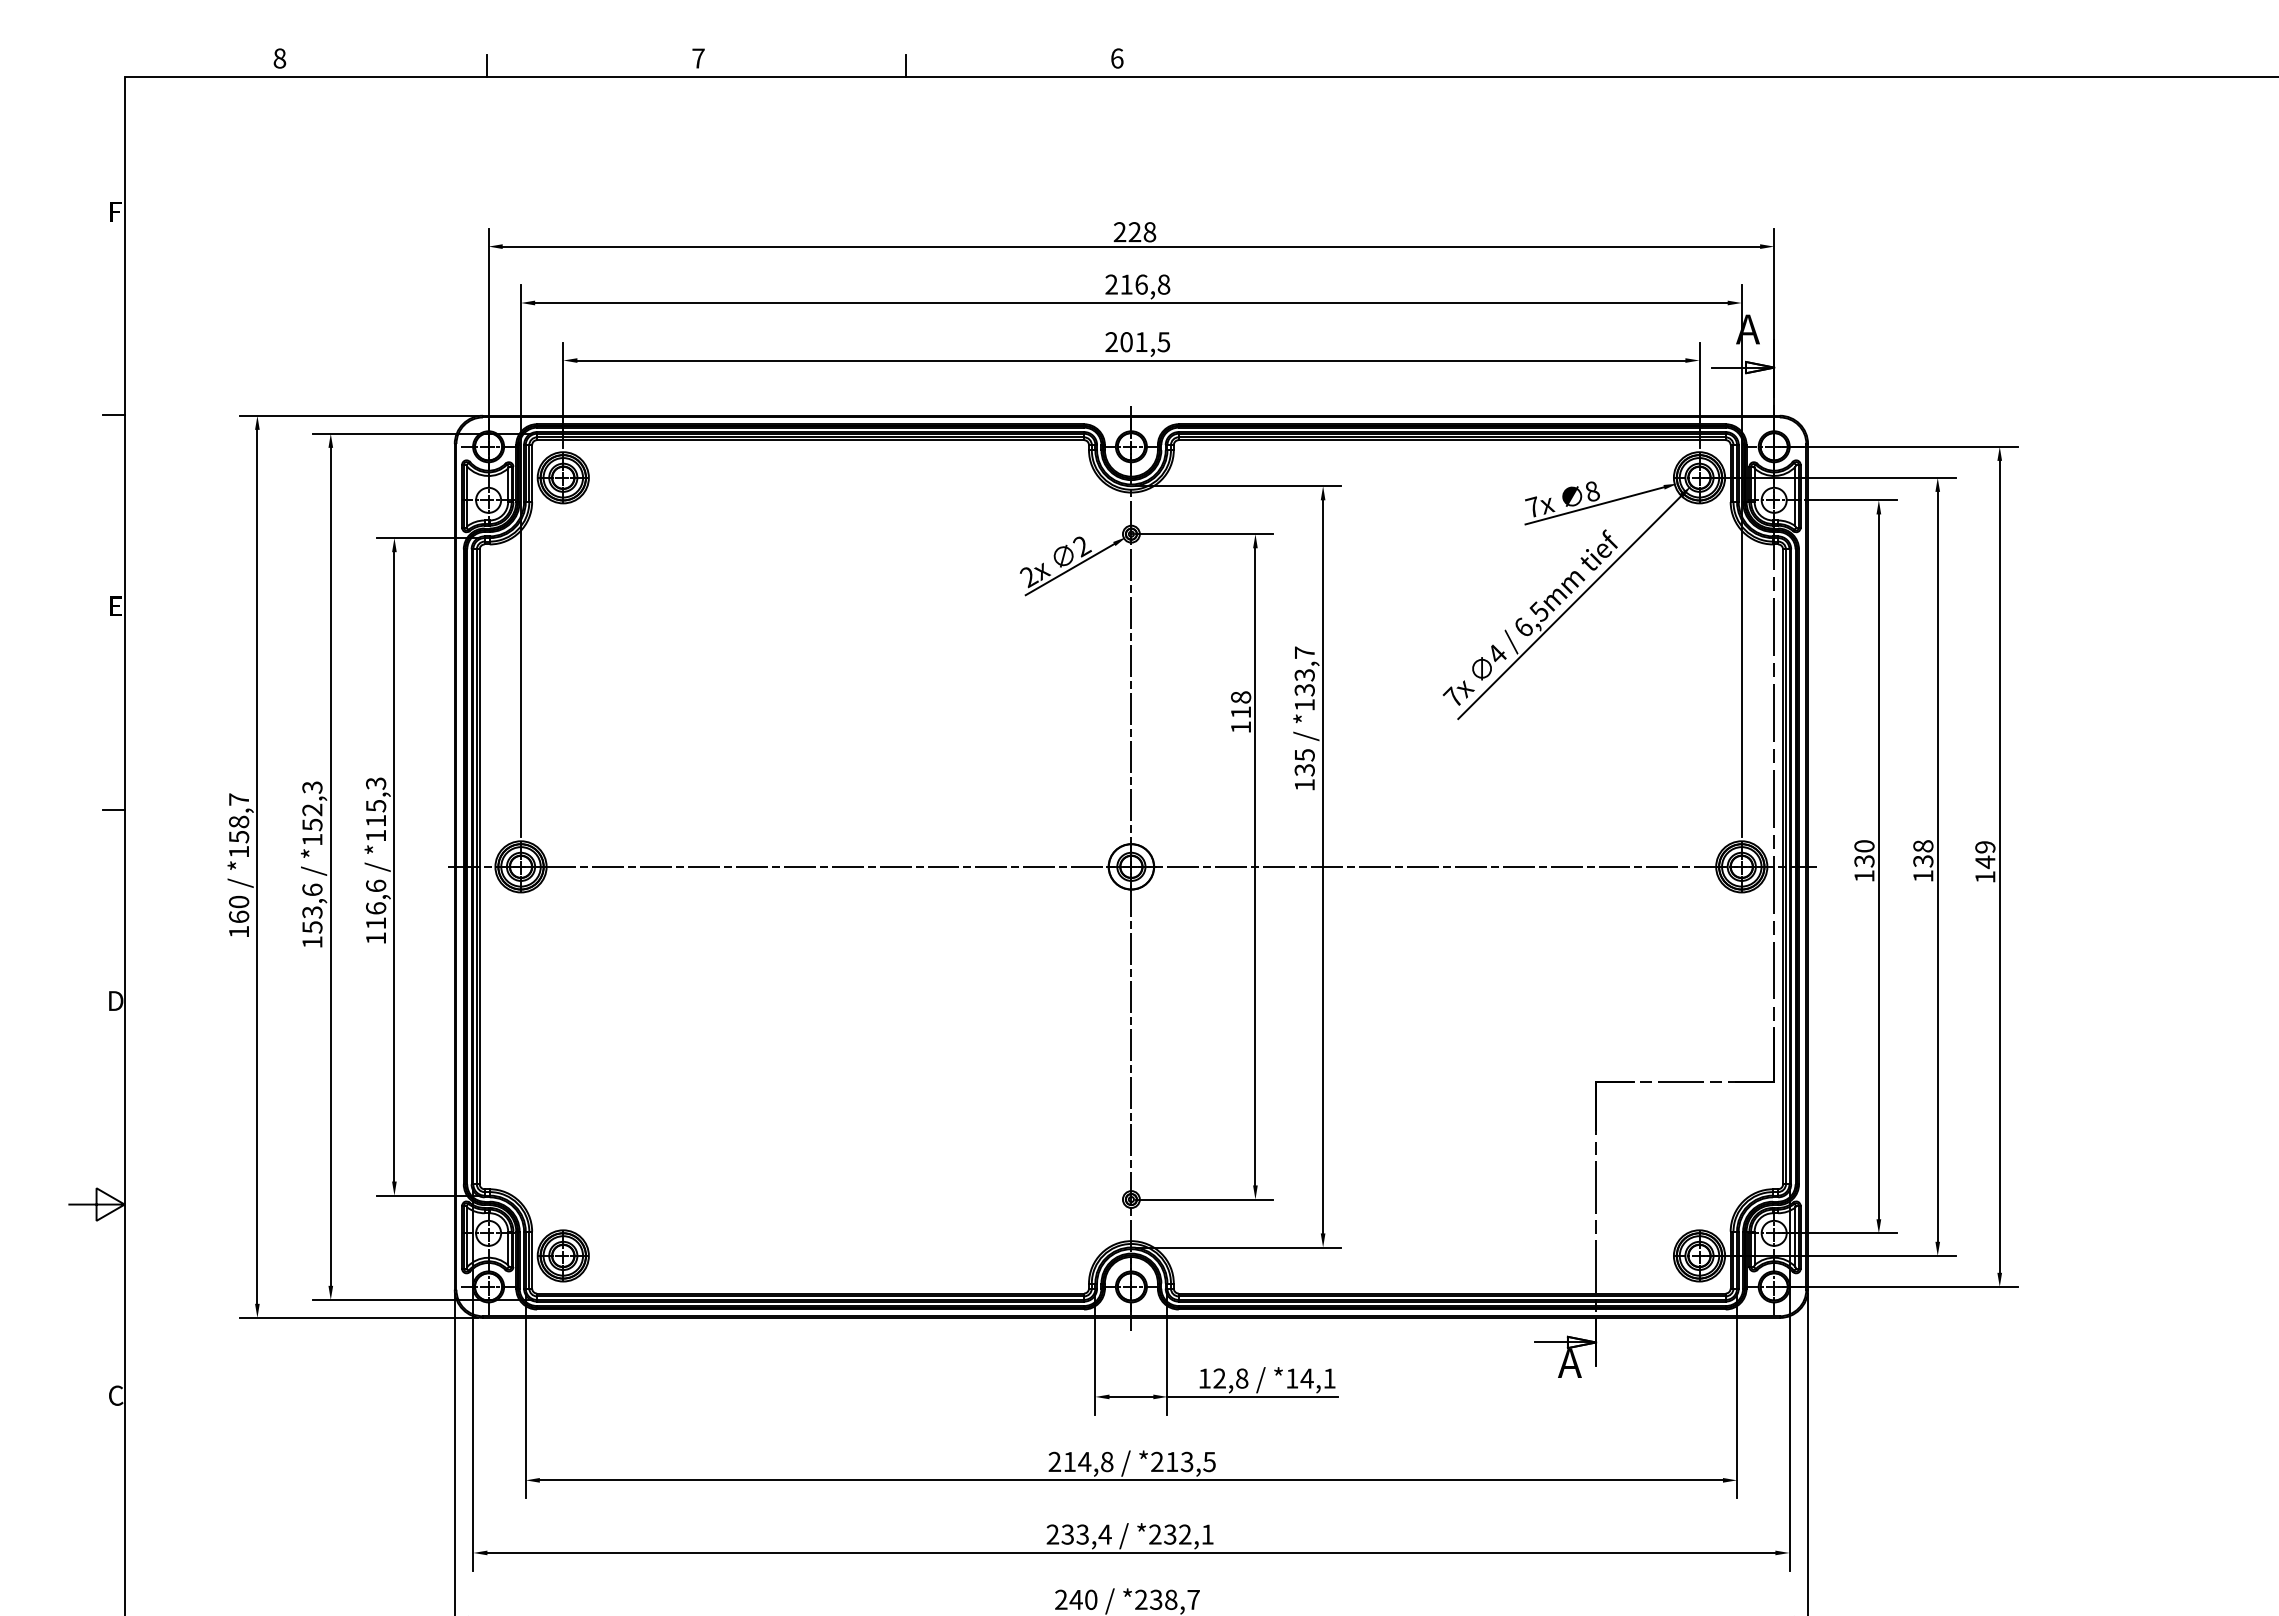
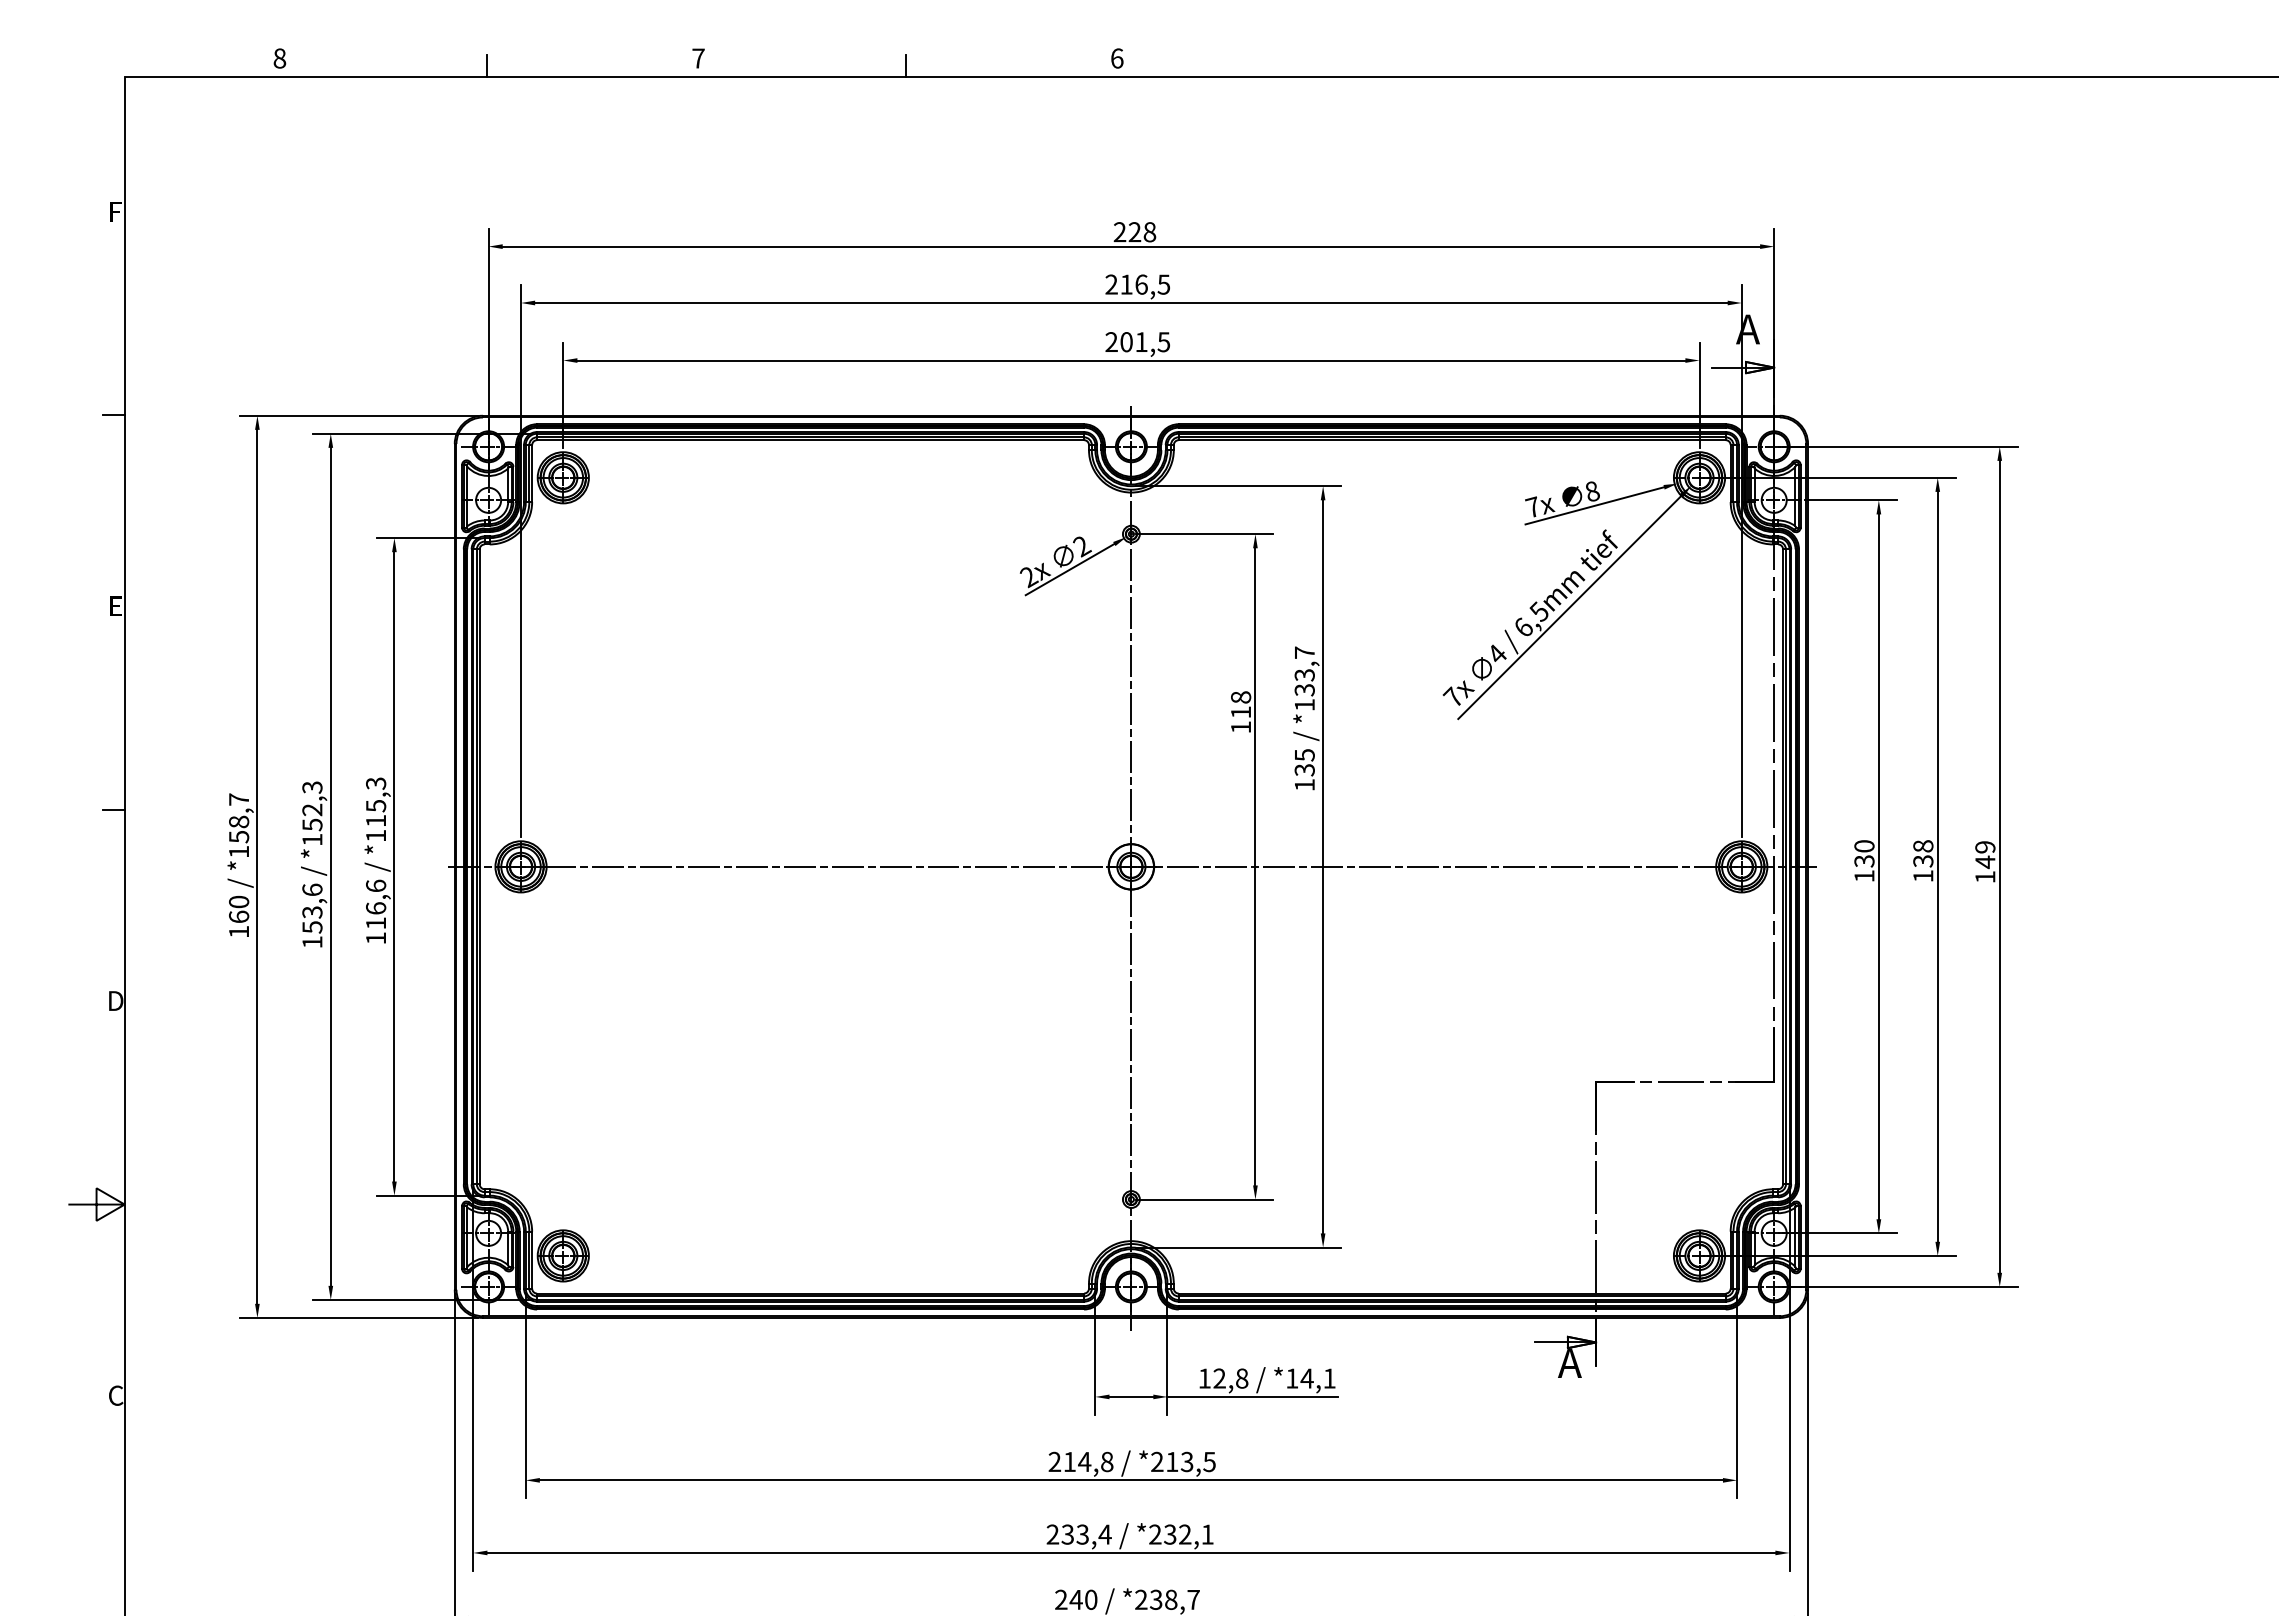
text at (1163, 284): 216,8 -> 216,5
